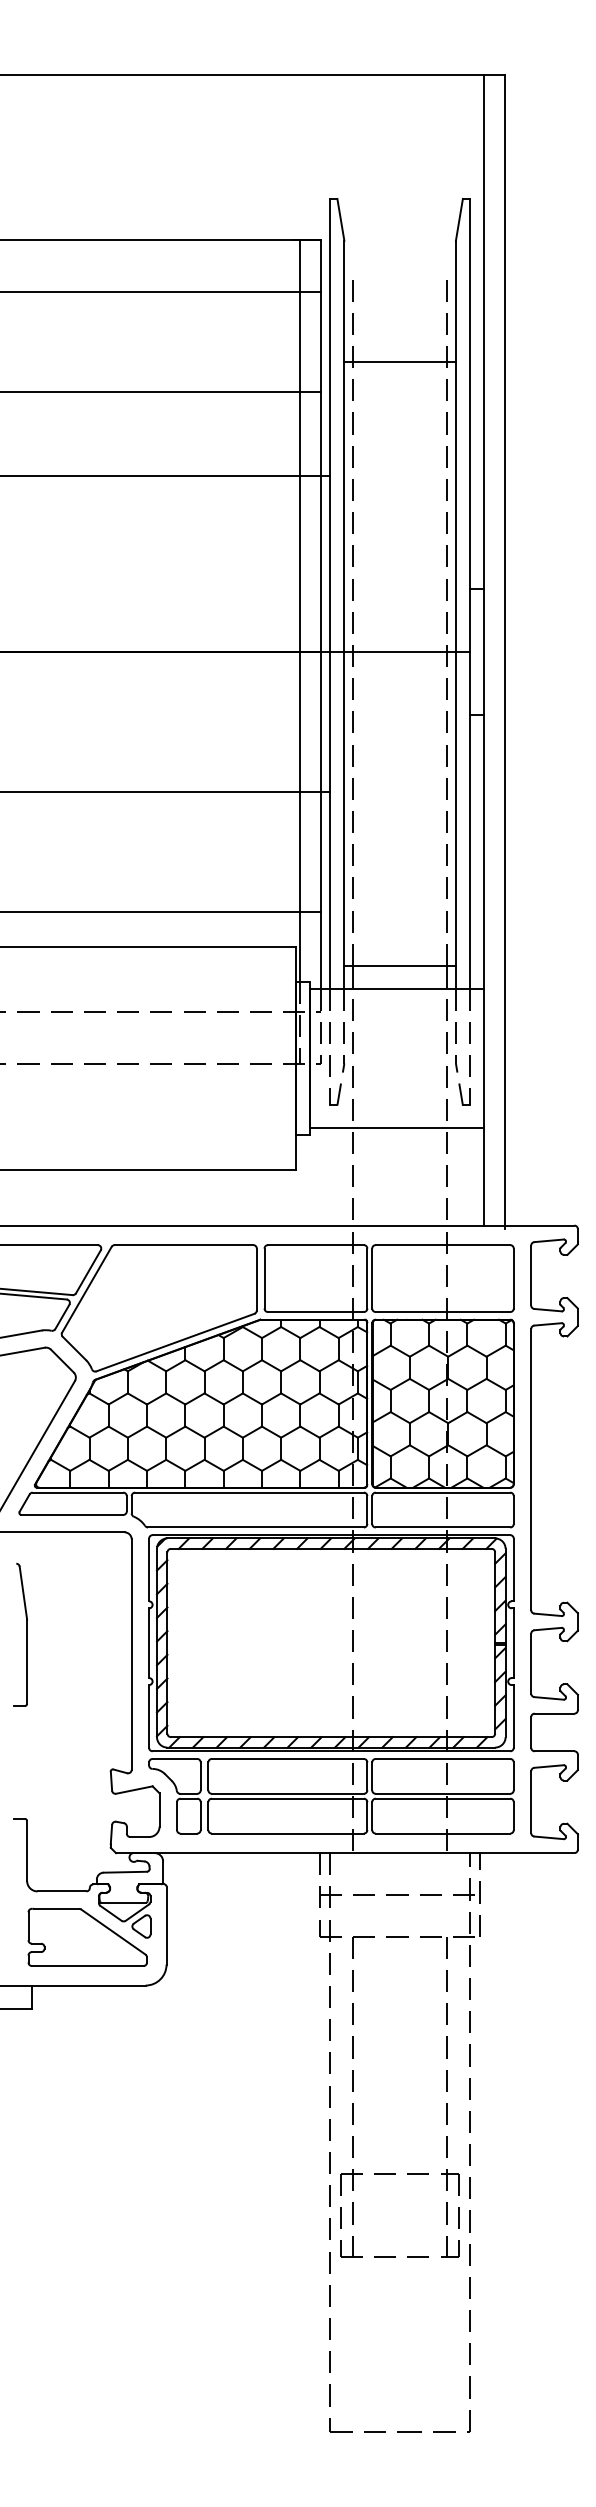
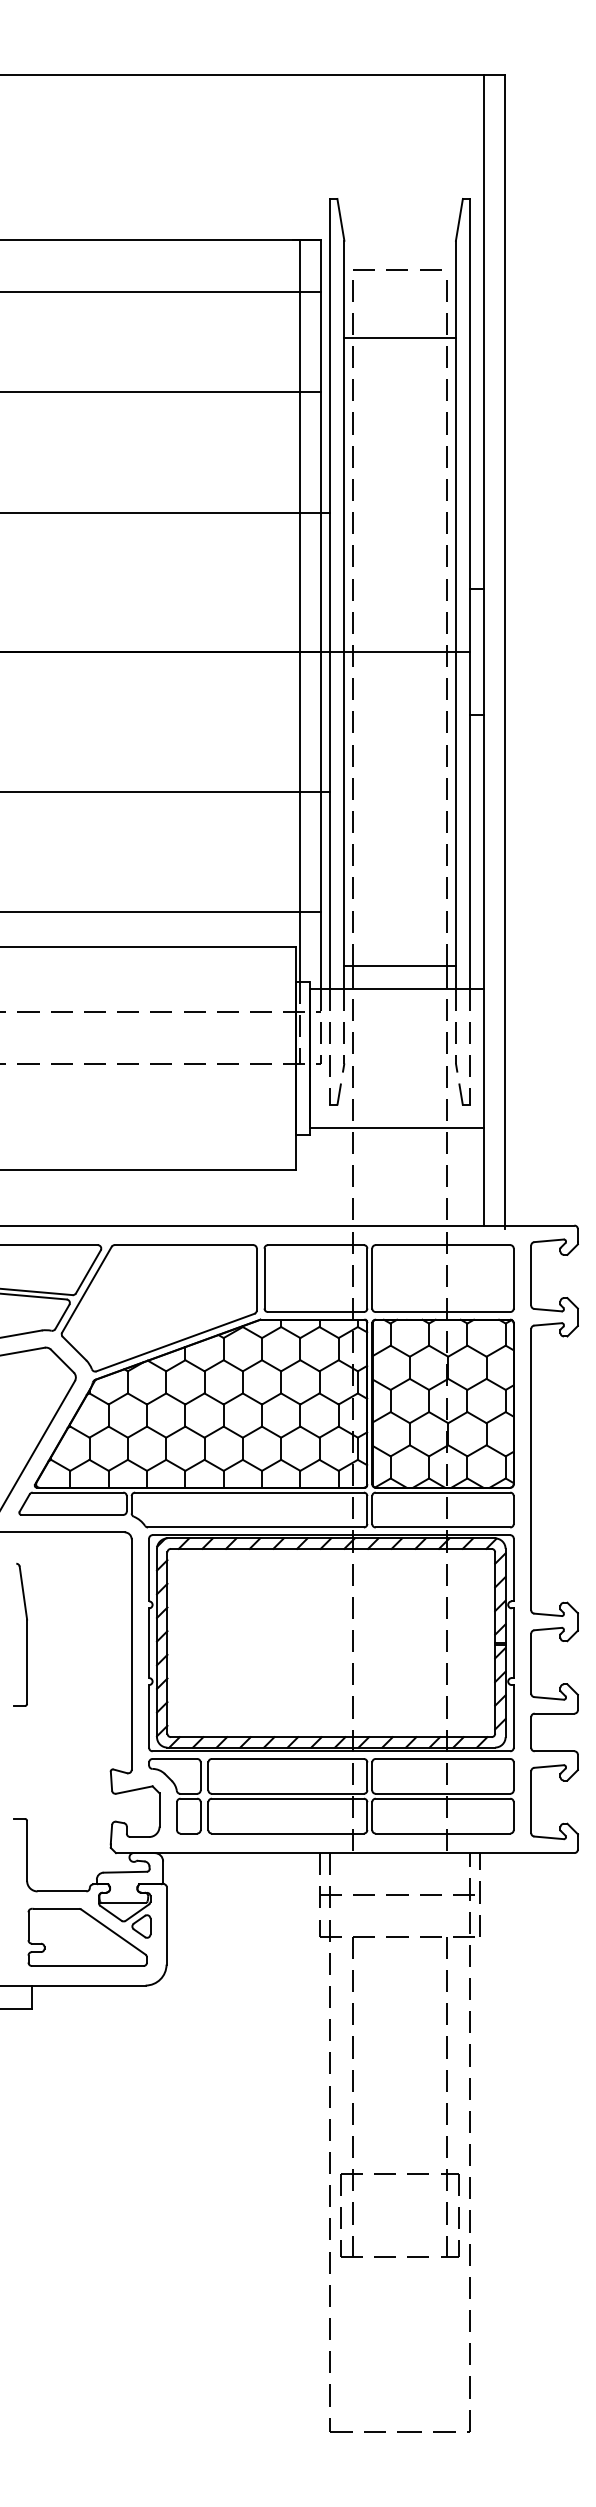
line at (397, 269): none -> present
line at (399, 362) position: (399, 362) -> (399, 338)
line at (166, 475) position: (166, 475) -> (166, 512)
